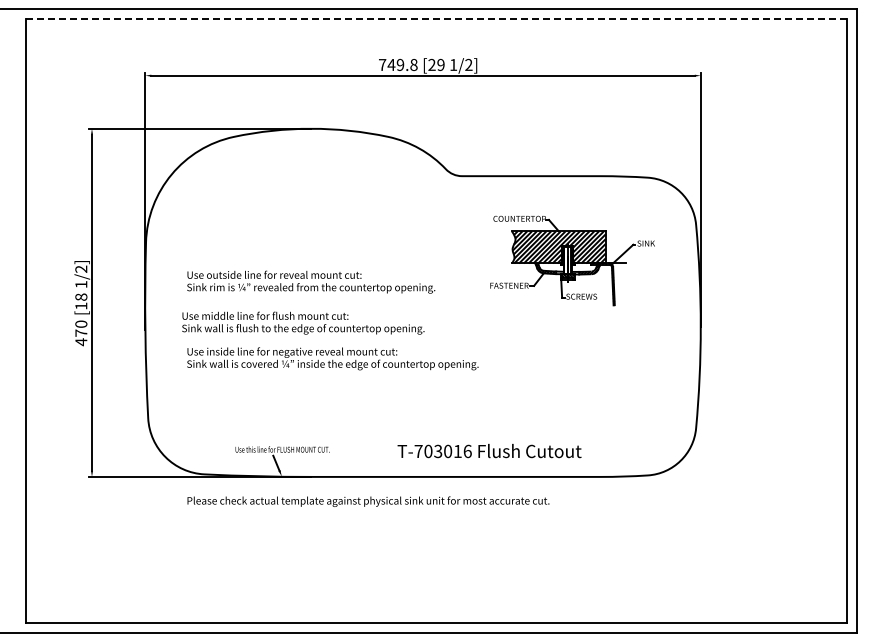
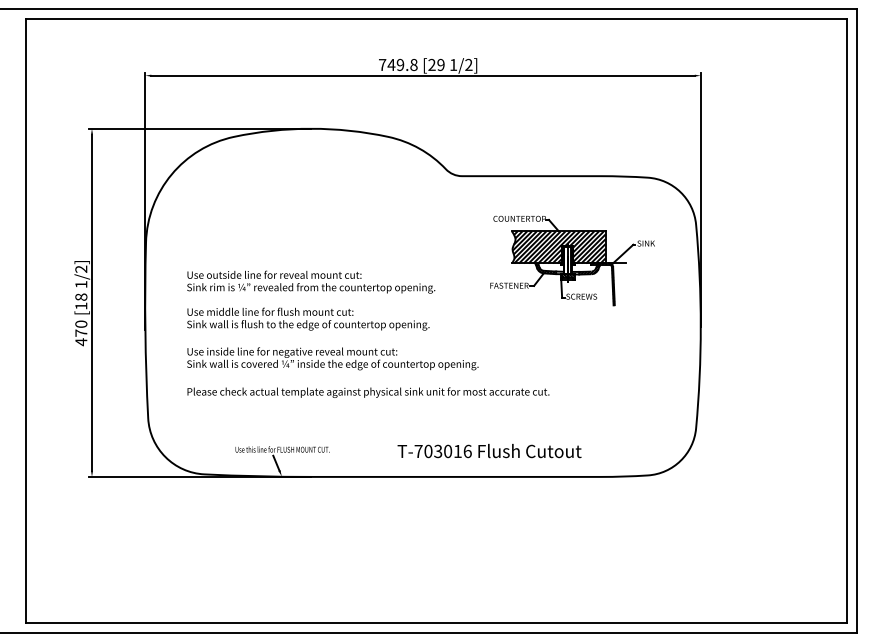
line at (436, 19): dashed -> solid
text at (303, 322) position: (303, 322) -> (308, 318)
text at (368, 501) position: (368, 501) -> (368, 392)
